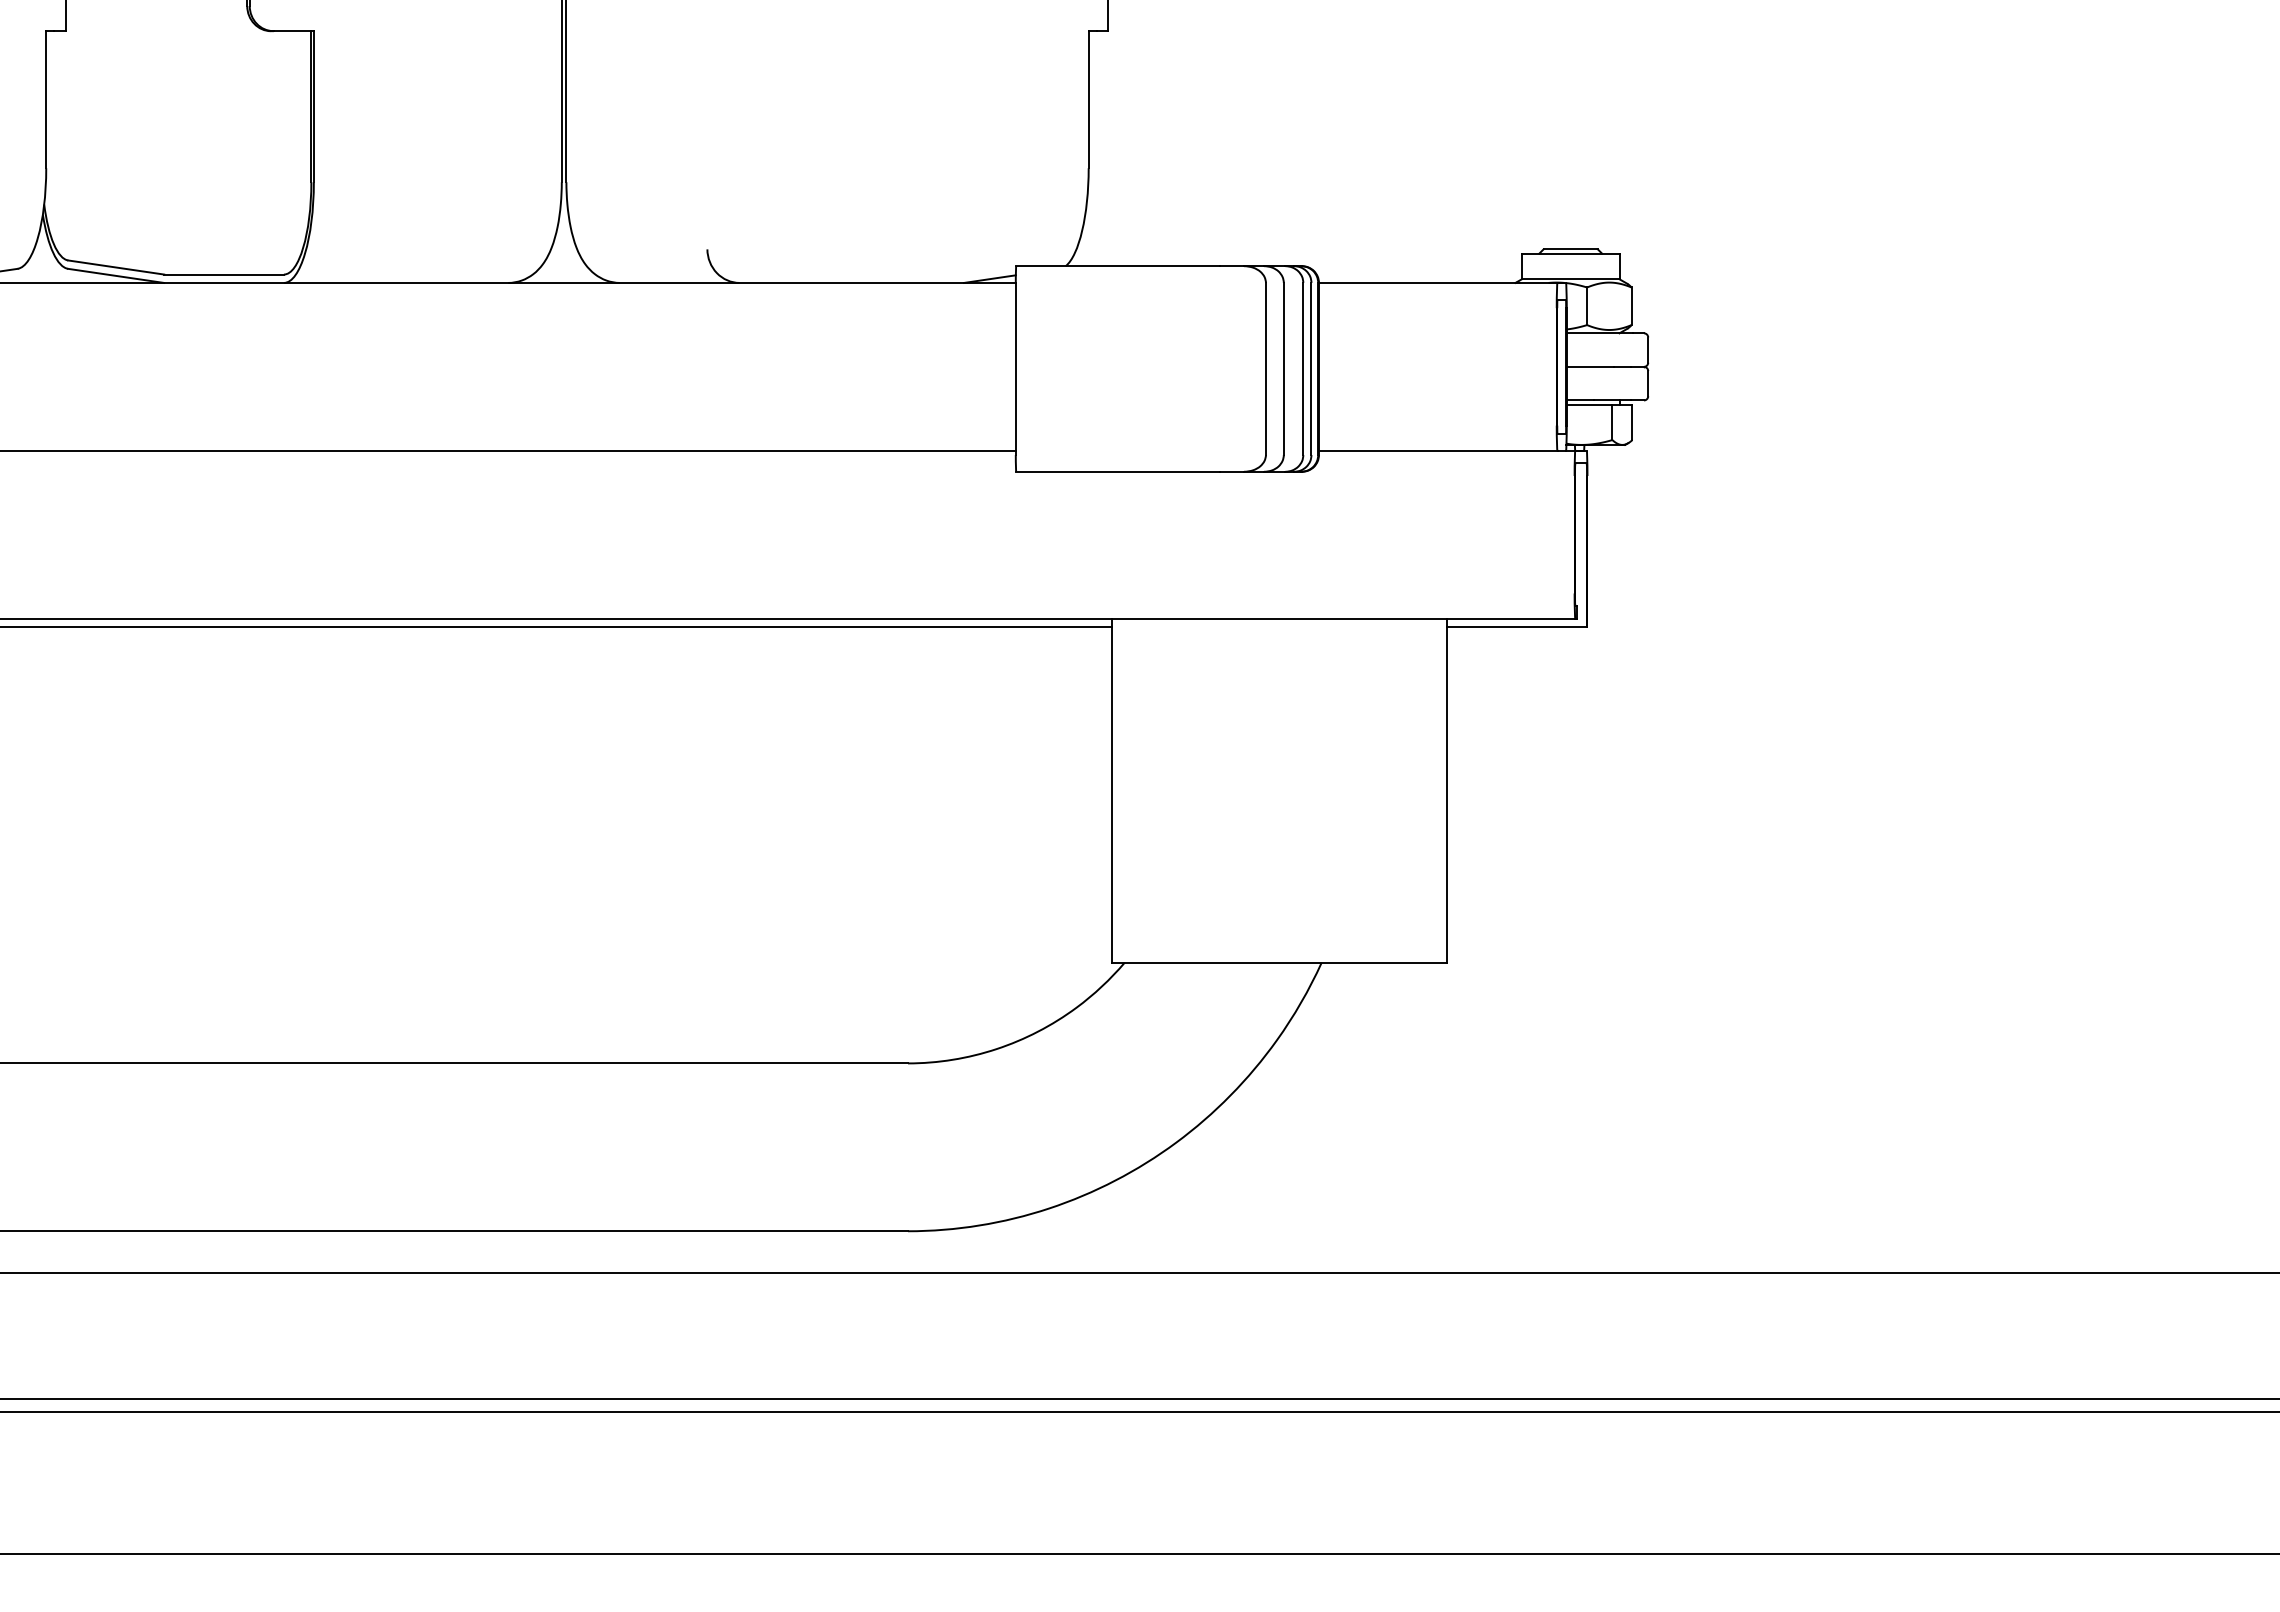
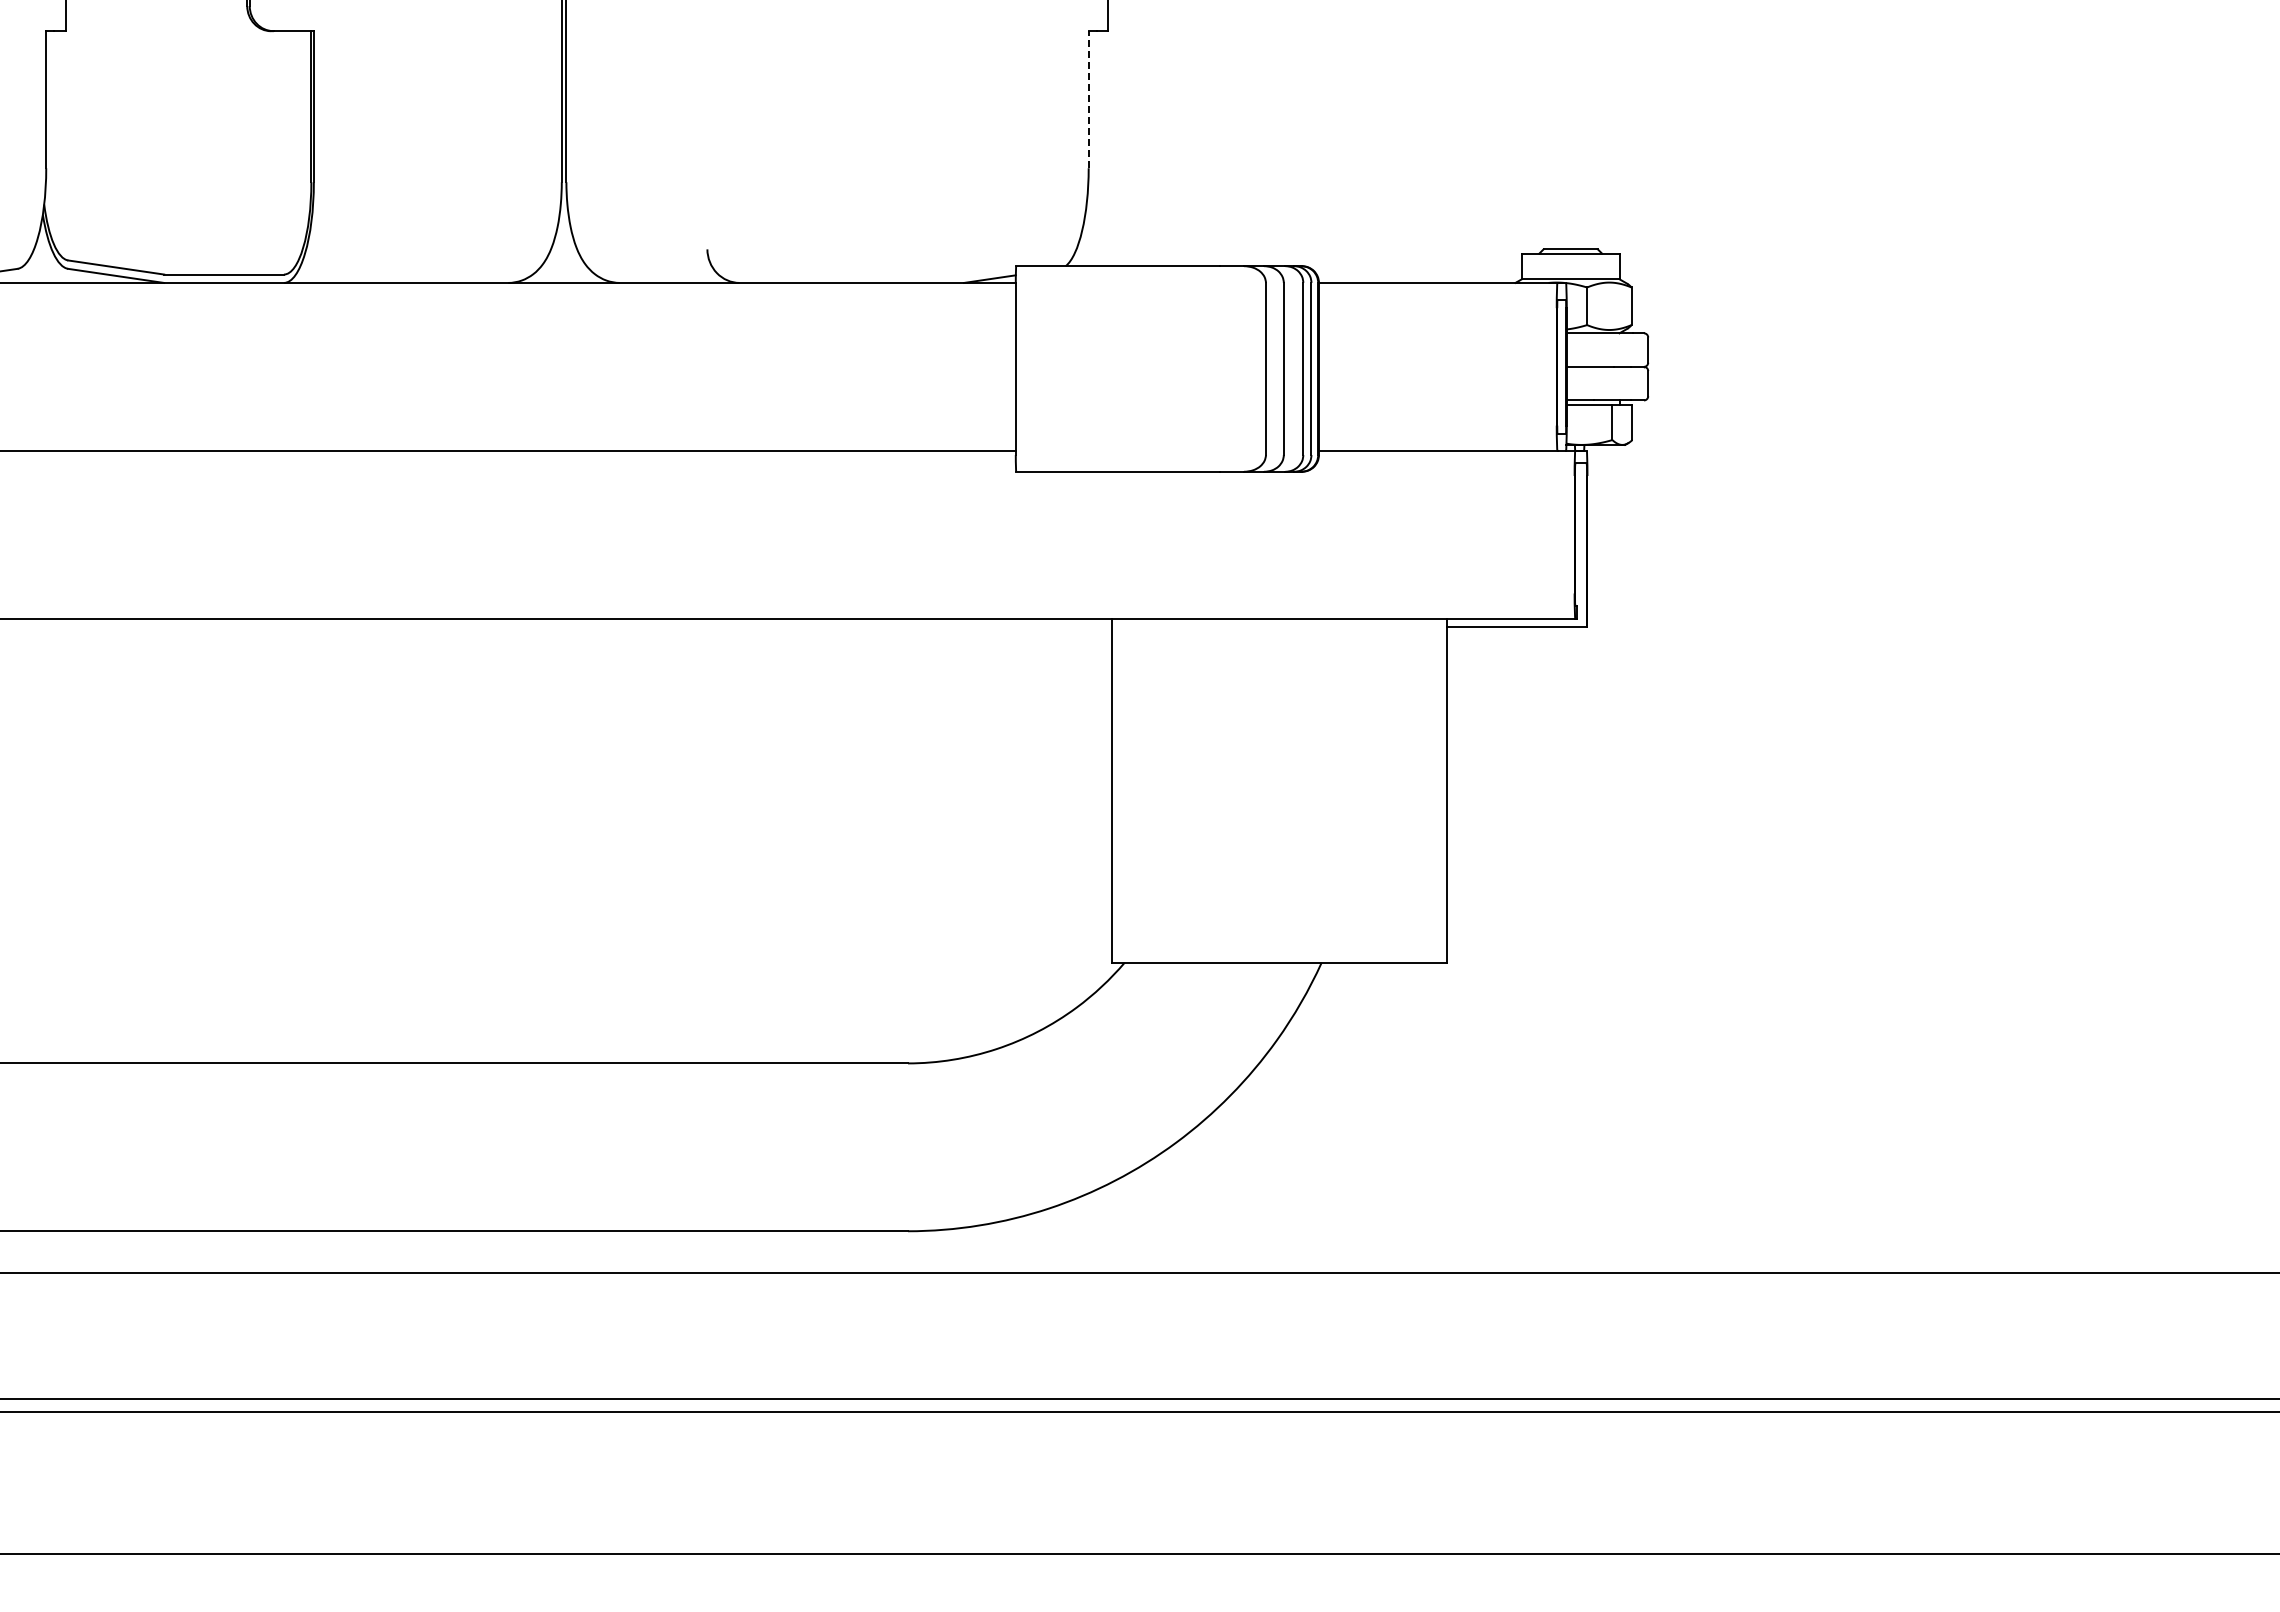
line at (1088, 99): solid -> dashed
line at (556, 627): present -> none
